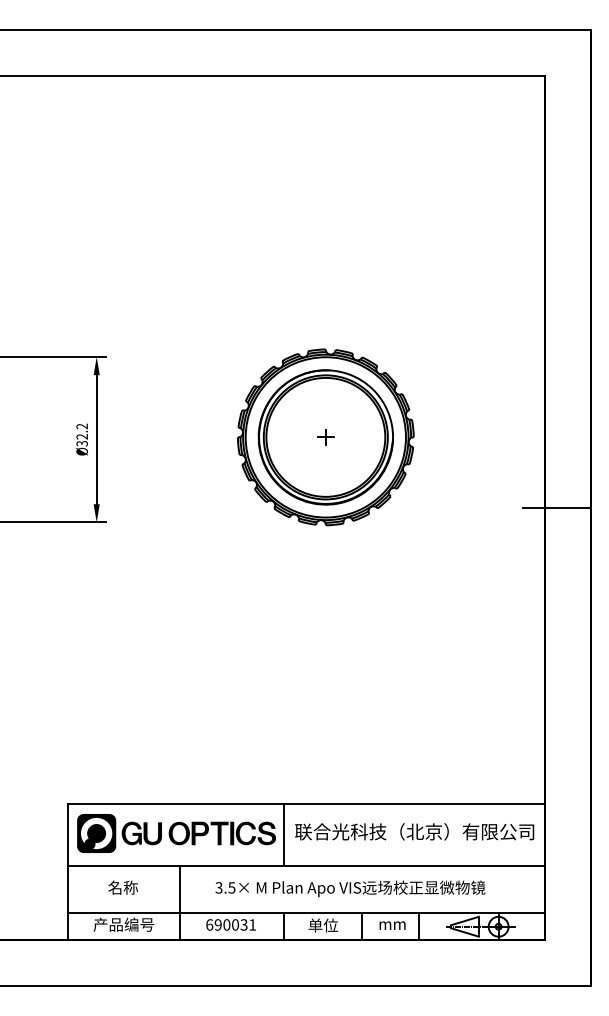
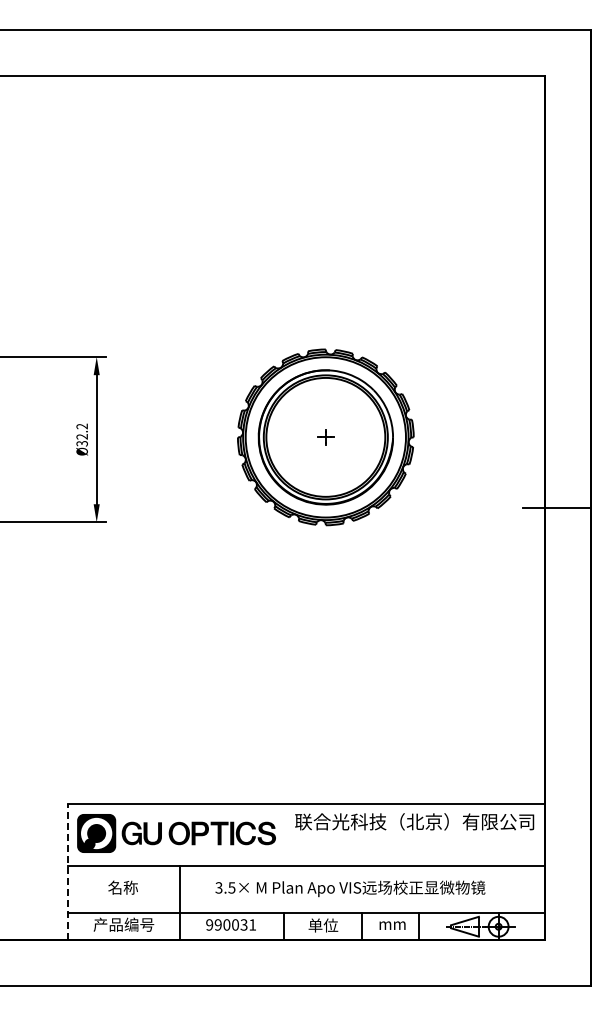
text at (414, 831) position: (414, 831) -> (414, 821)
line at (284, 834): present -> none
line at (67, 871): solid -> dashed
text at (209, 924): 690031 -> 990031
